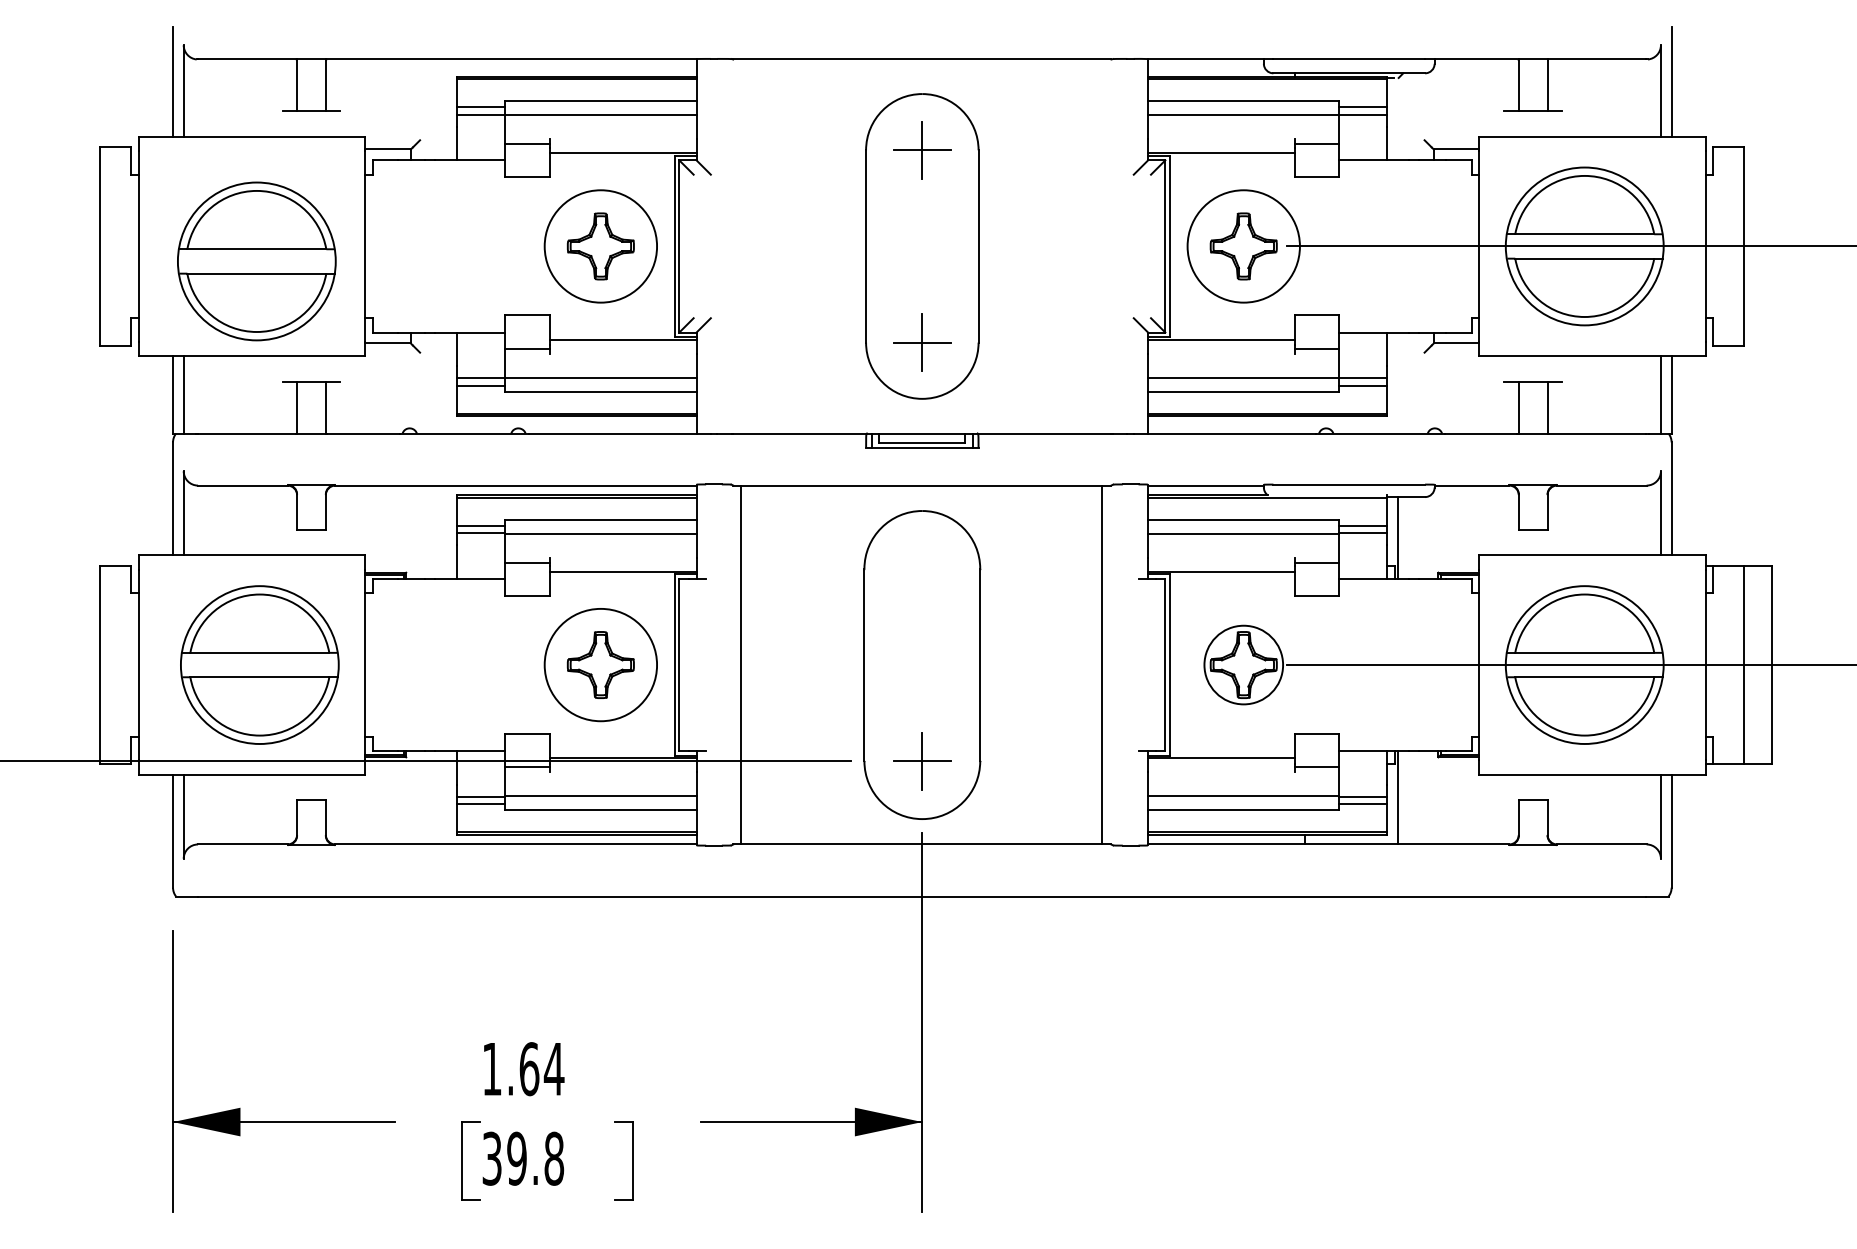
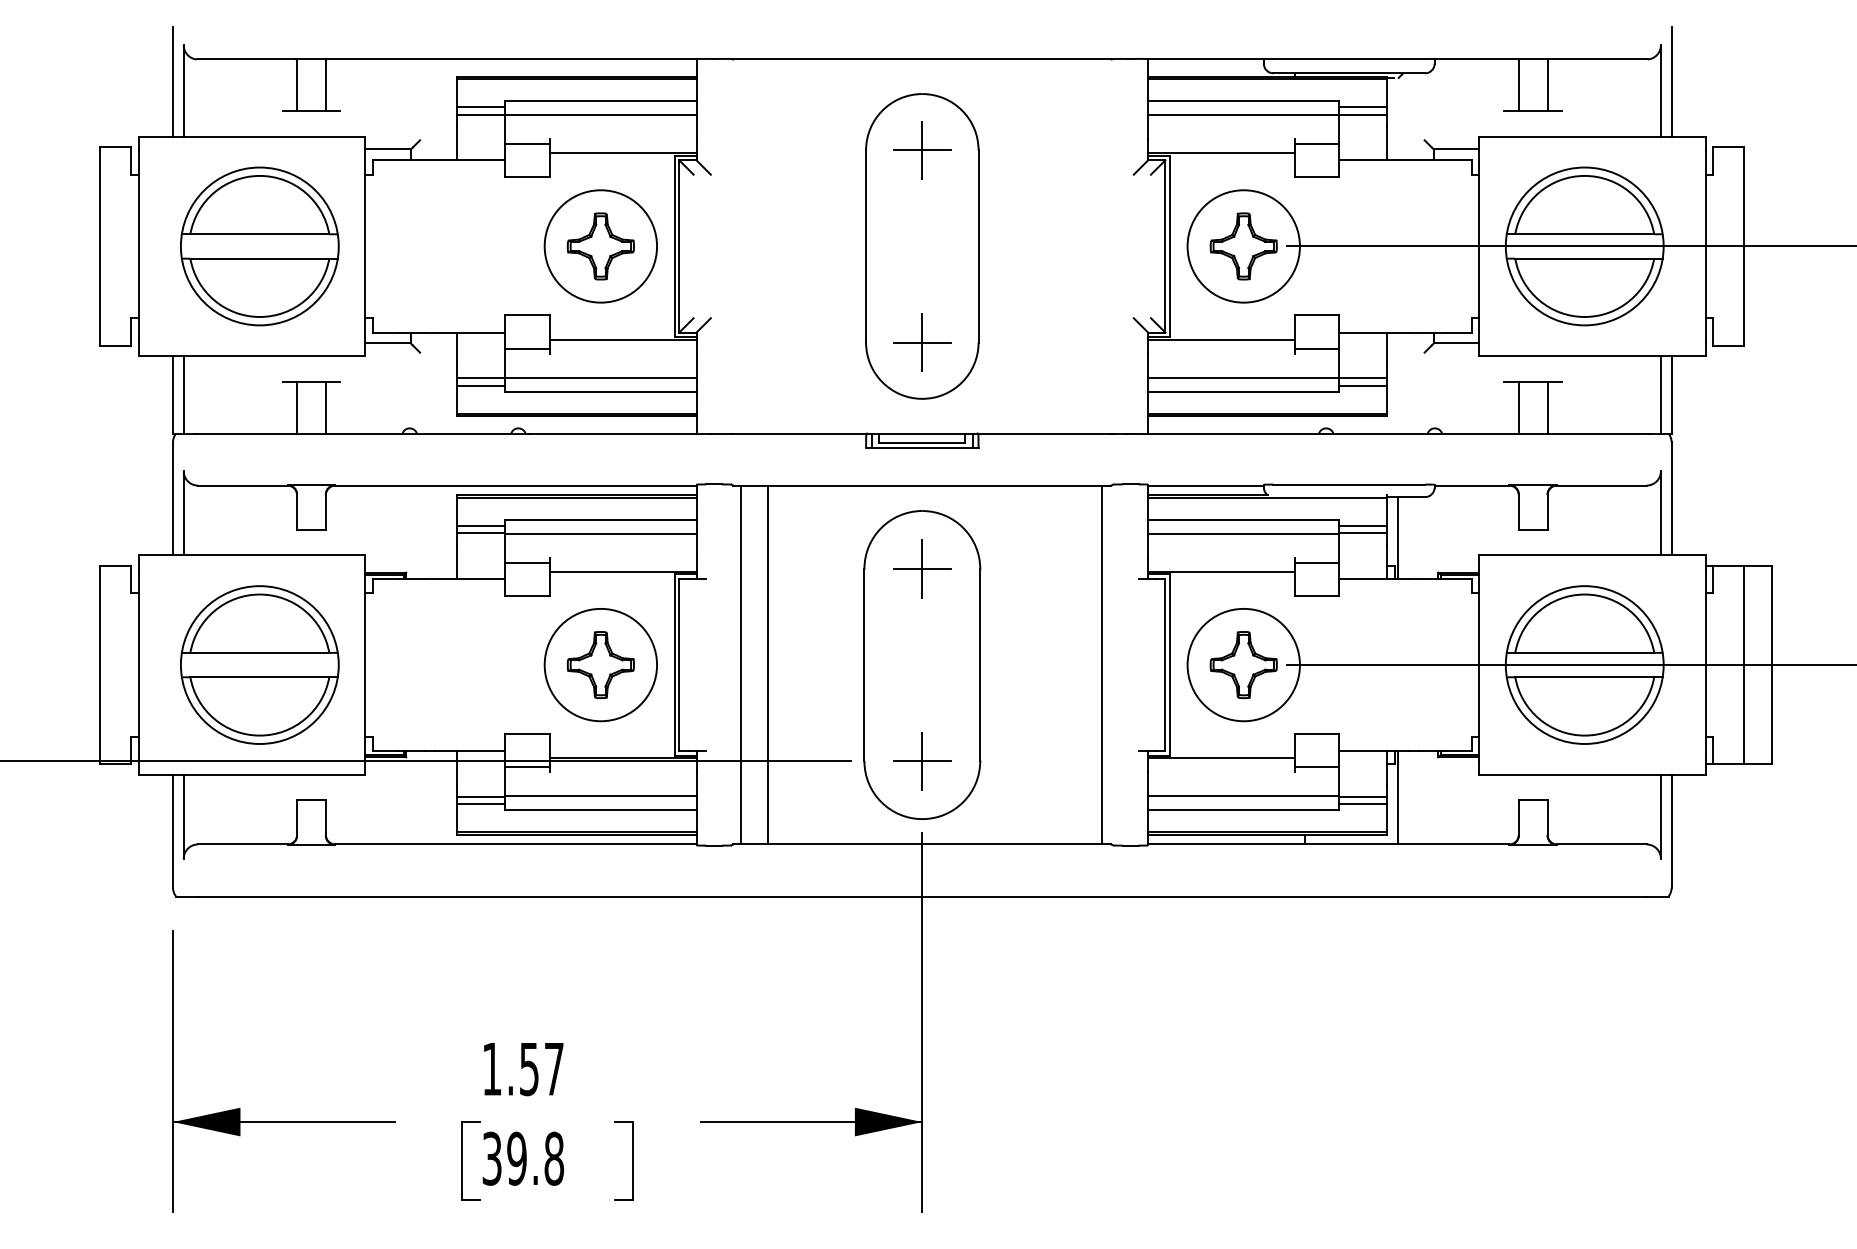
part at (256, 261) position: (256, 261) -> (259, 246)
part at (922, 568): none -> present
line at (767, 664): none -> present
circle at (1243, 664) diameter: 79 px -> 112 px
text at (541, 1069): 1.64 -> 1.57
